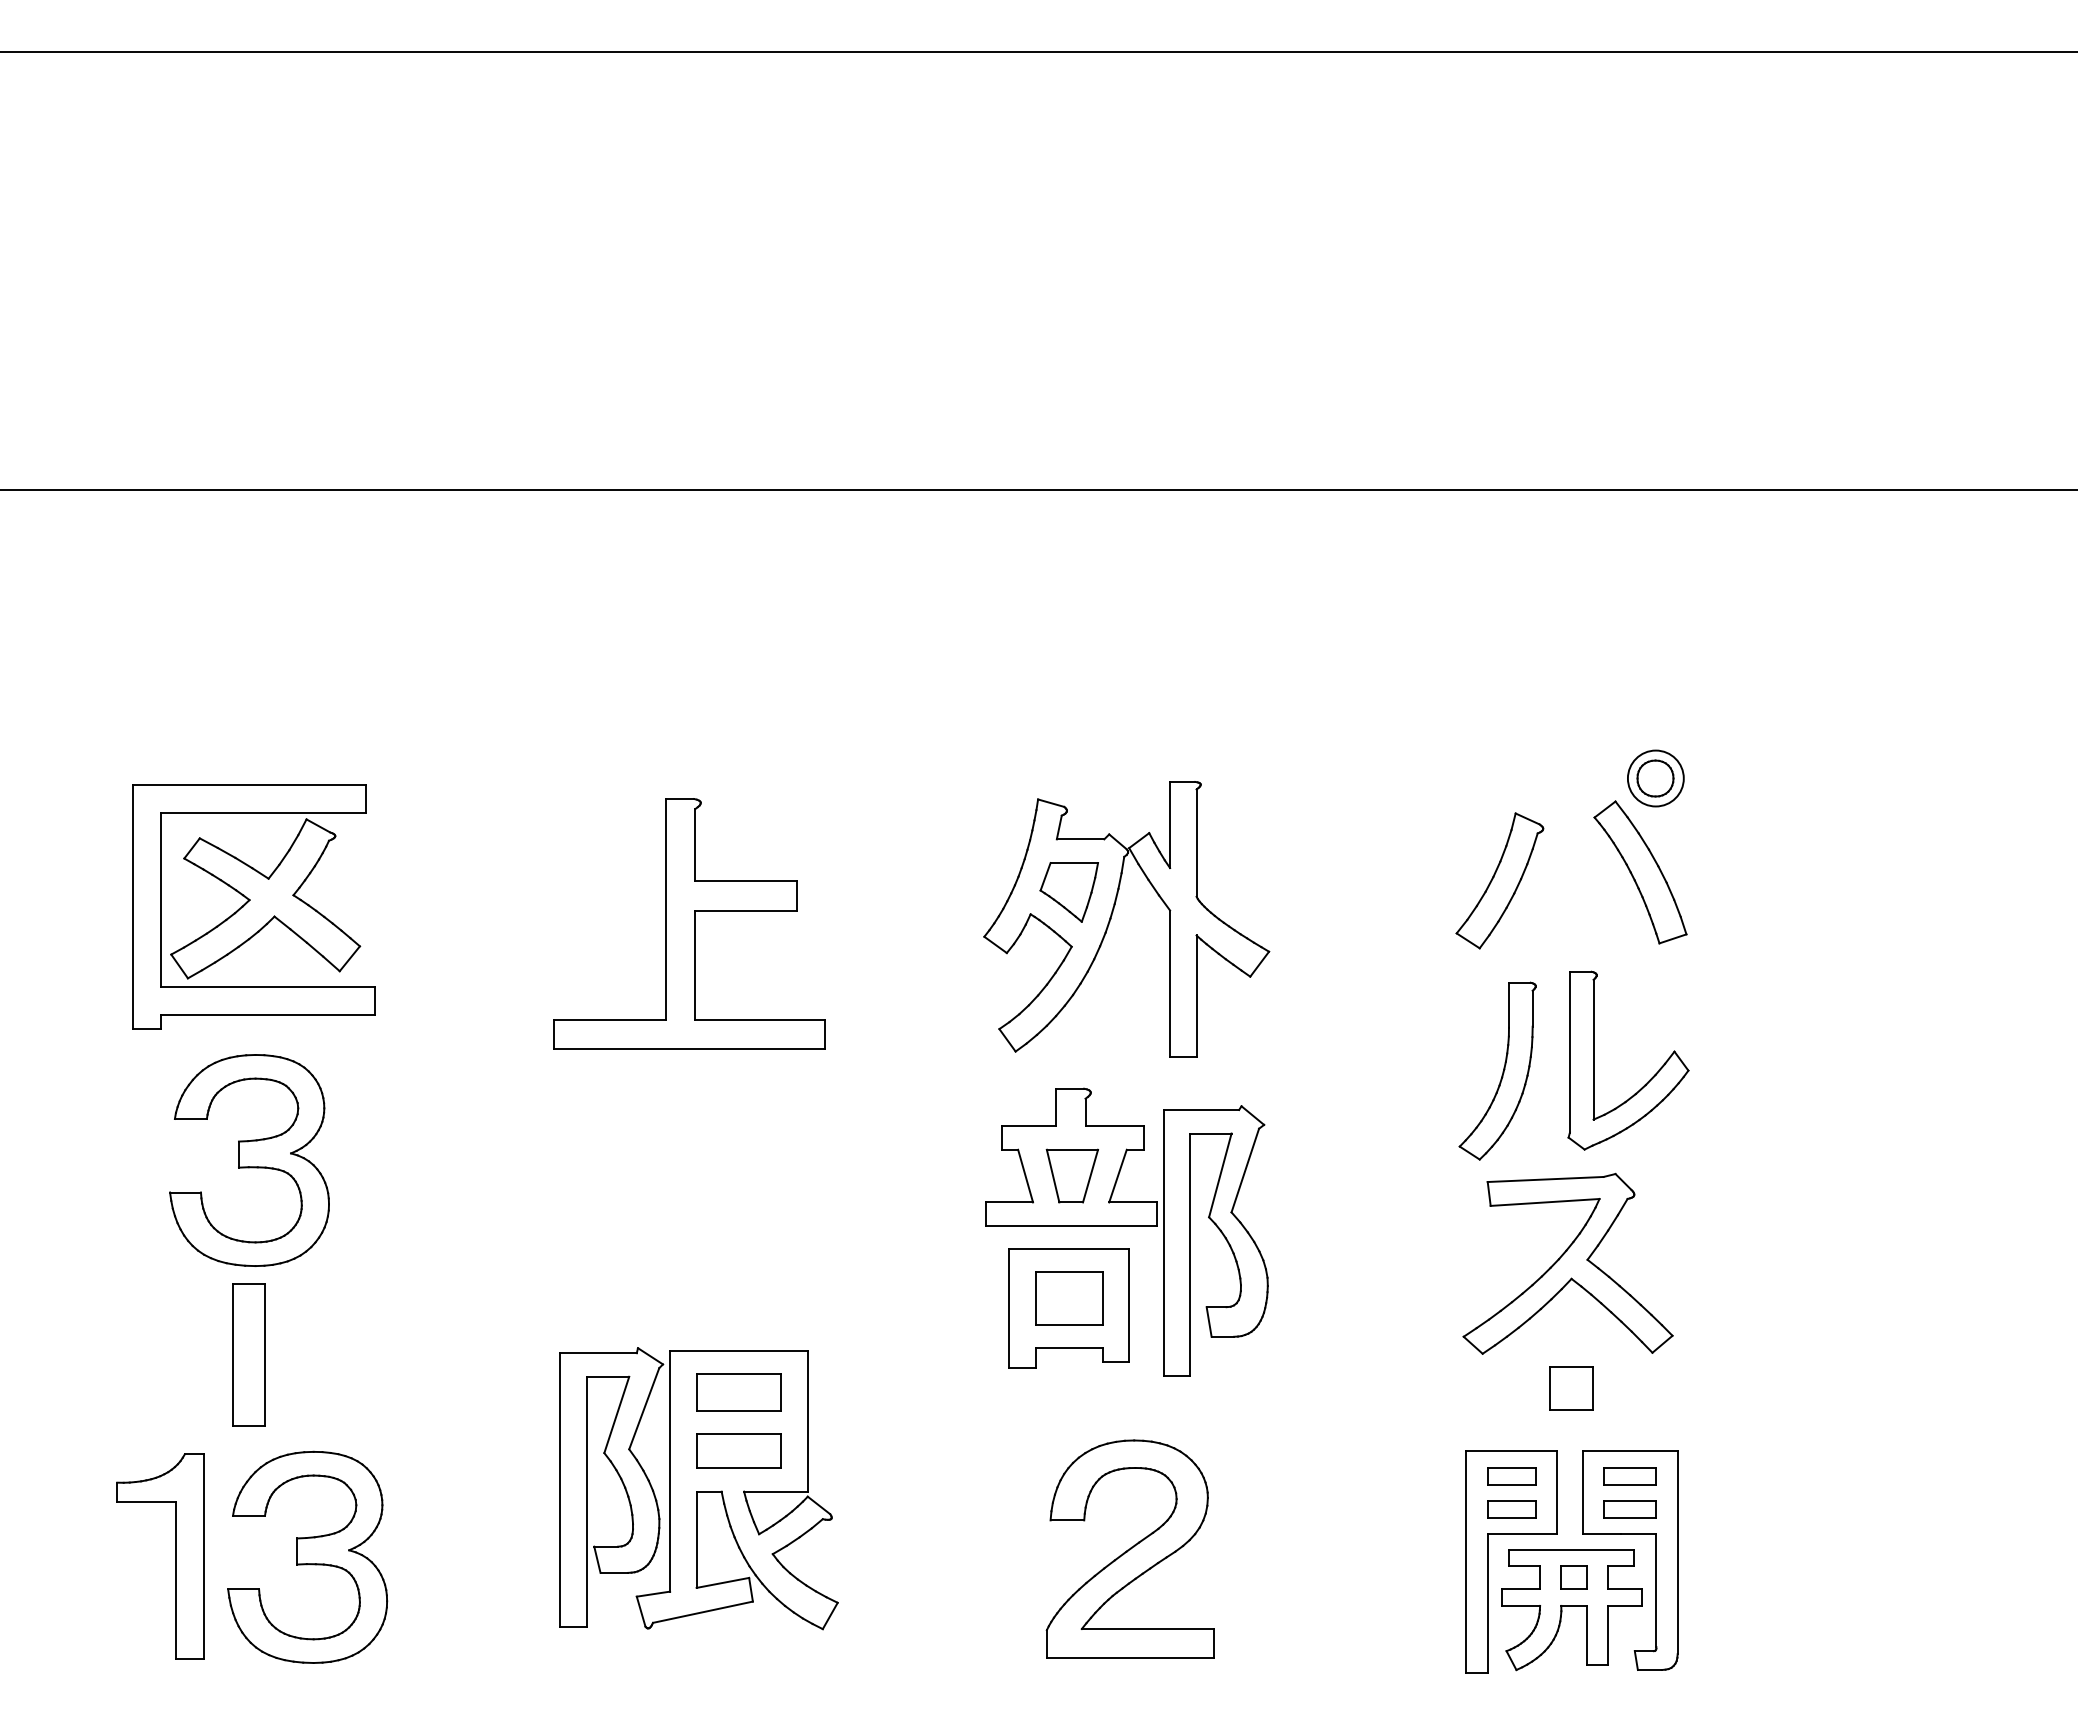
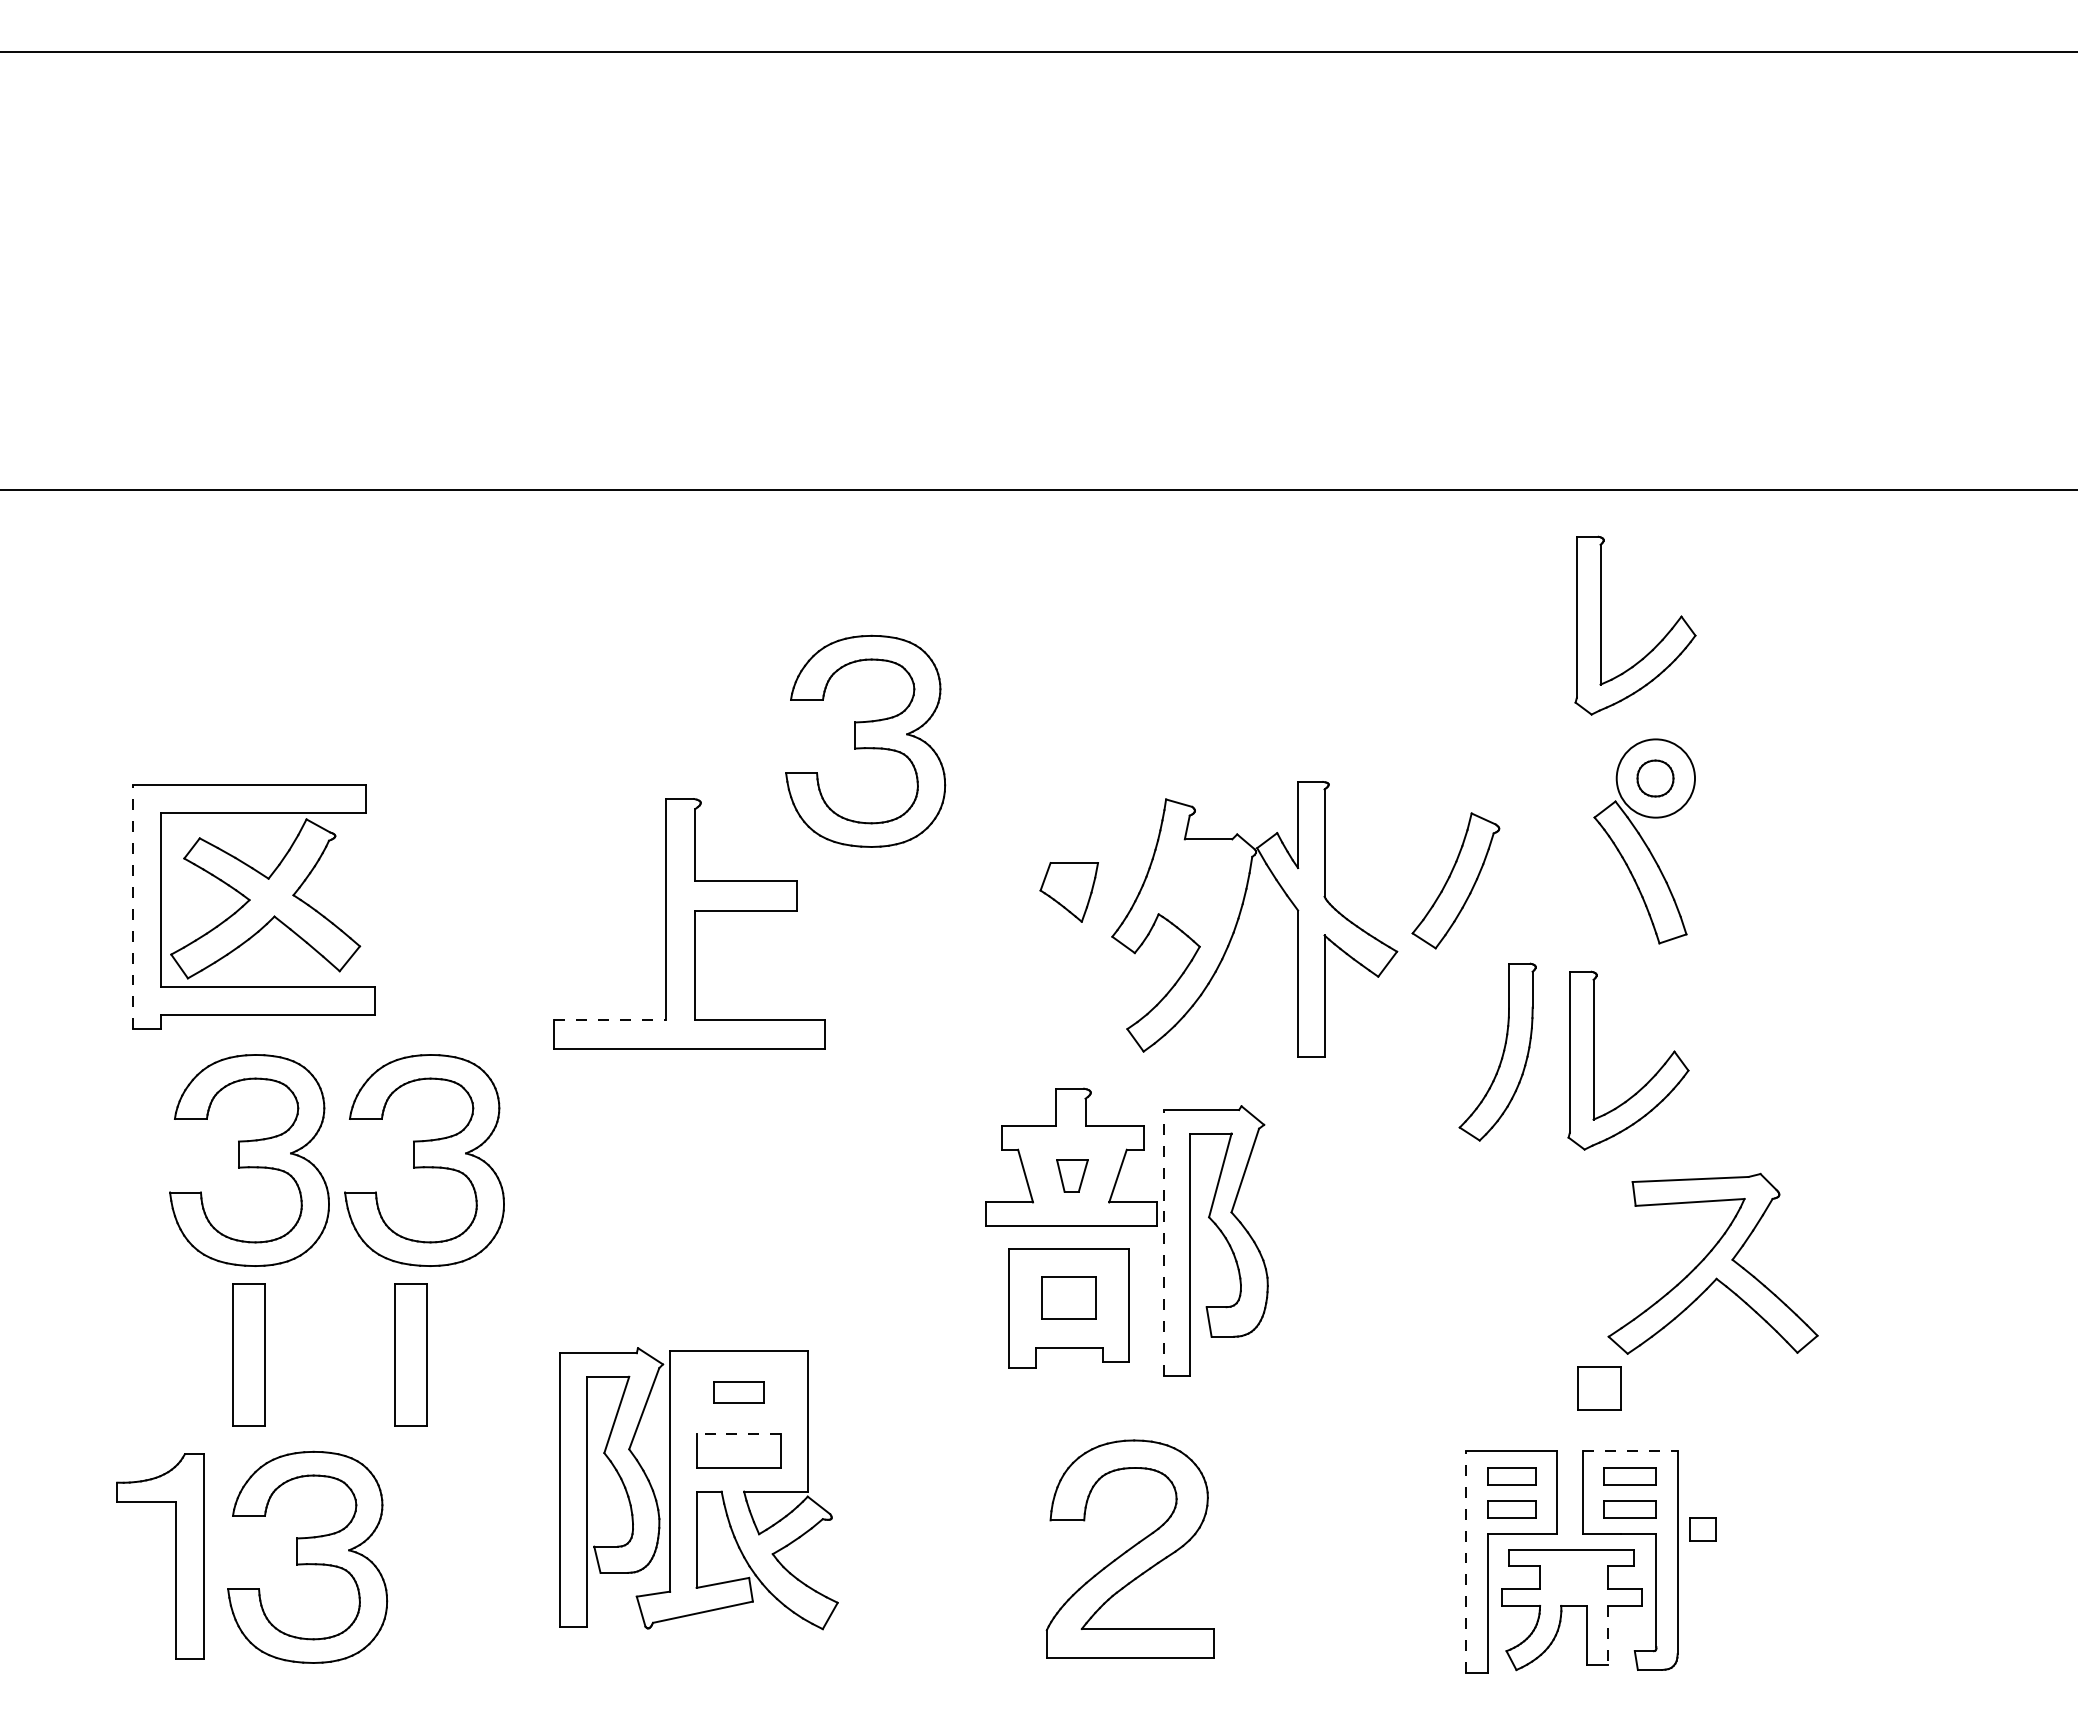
part at (1655, 645): none -> present
part at (865, 740): none -> present
circle at (1655, 778) diameter: 56 px -> 78 px
part at (1499, 880) position: (1499, 880) -> (1455, 880)
line at (132, 906): solid -> dashed
part at (1112, 915) position: (1112, 915) -> (1240, 915)
line at (610, 1020): solid -> dashed
part at (1497, 1070) position: (1497, 1070) -> (1497, 1051)
part at (424, 1160): none -> present
part at (1072, 1175) size: 55x56 px -> 33x34 px
line at (1163, 1242): solid -> dashed
part at (1567, 1263) position: (1567, 1263) -> (1712, 1263)
part at (1069, 1298) size: 69x55 px -> 56x44 px
part at (410, 1354): none -> present
part at (1571, 1388) position: (1571, 1388) -> (1599, 1388)
part at (738, 1392) size: 86x39 px -> 52x23 px
line at (738, 1434): solid -> dashed
line at (1630, 1451): solid -> dashed
line at (1466, 1562): solid -> dashed
part at (1573, 1577) position: (1573, 1577) -> (1702, 1529)
line at (1607, 1635): solid -> dashed
